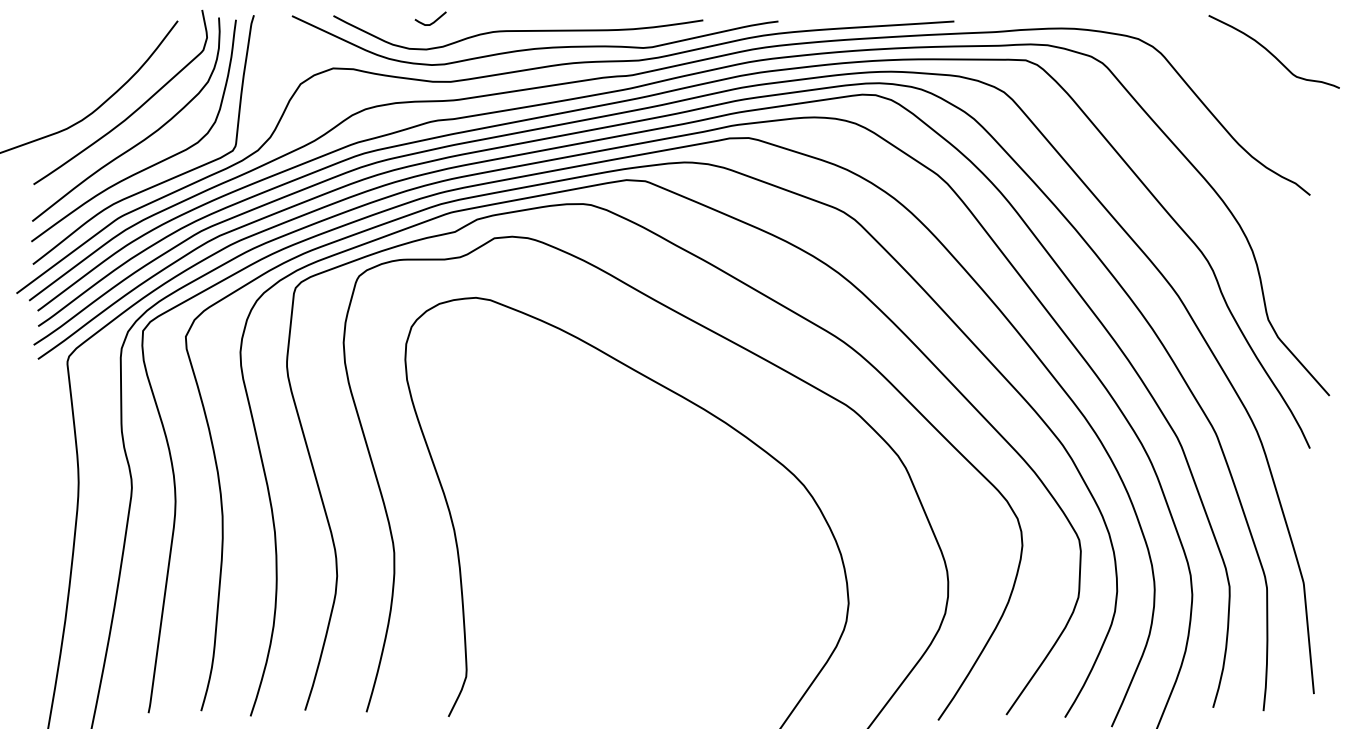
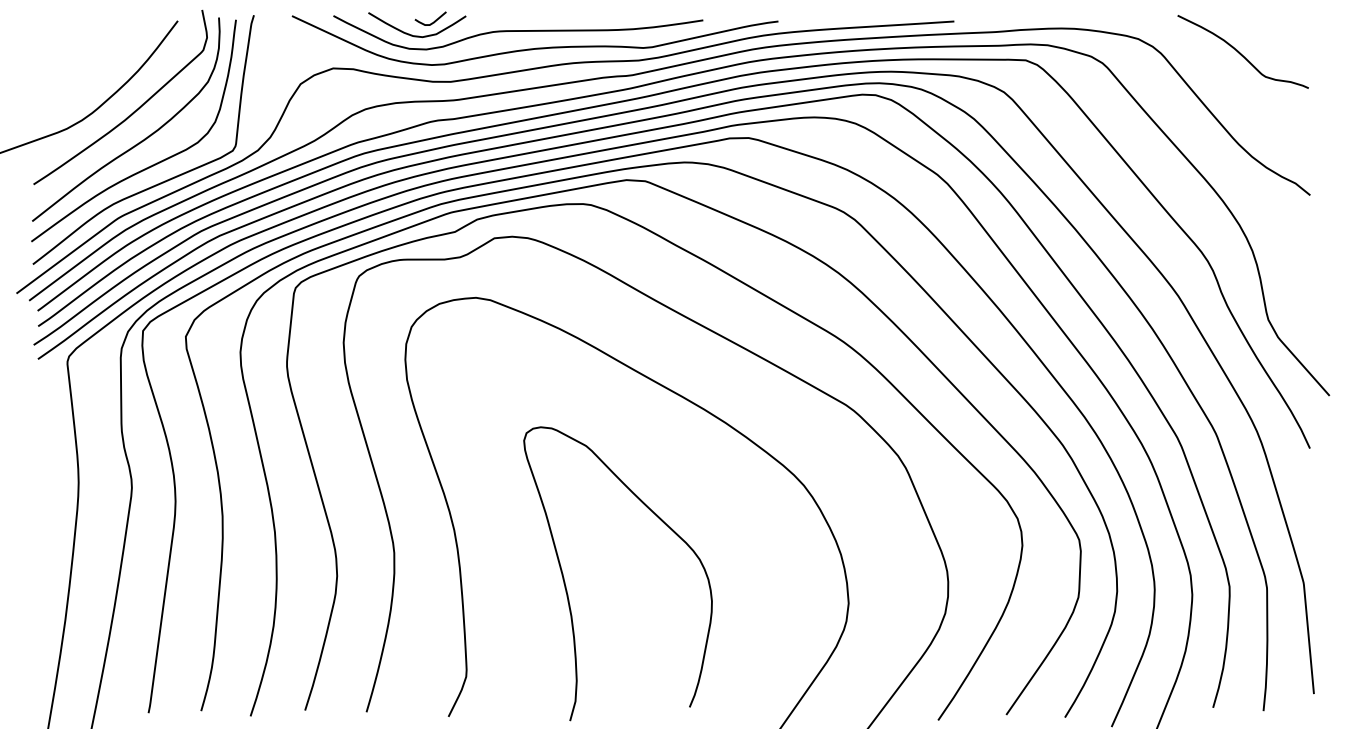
curve at (417, 35): none -> present
curve at (1271, 52) position: (1271, 52) -> (1240, 52)
curve at (565, 581): none -> present
